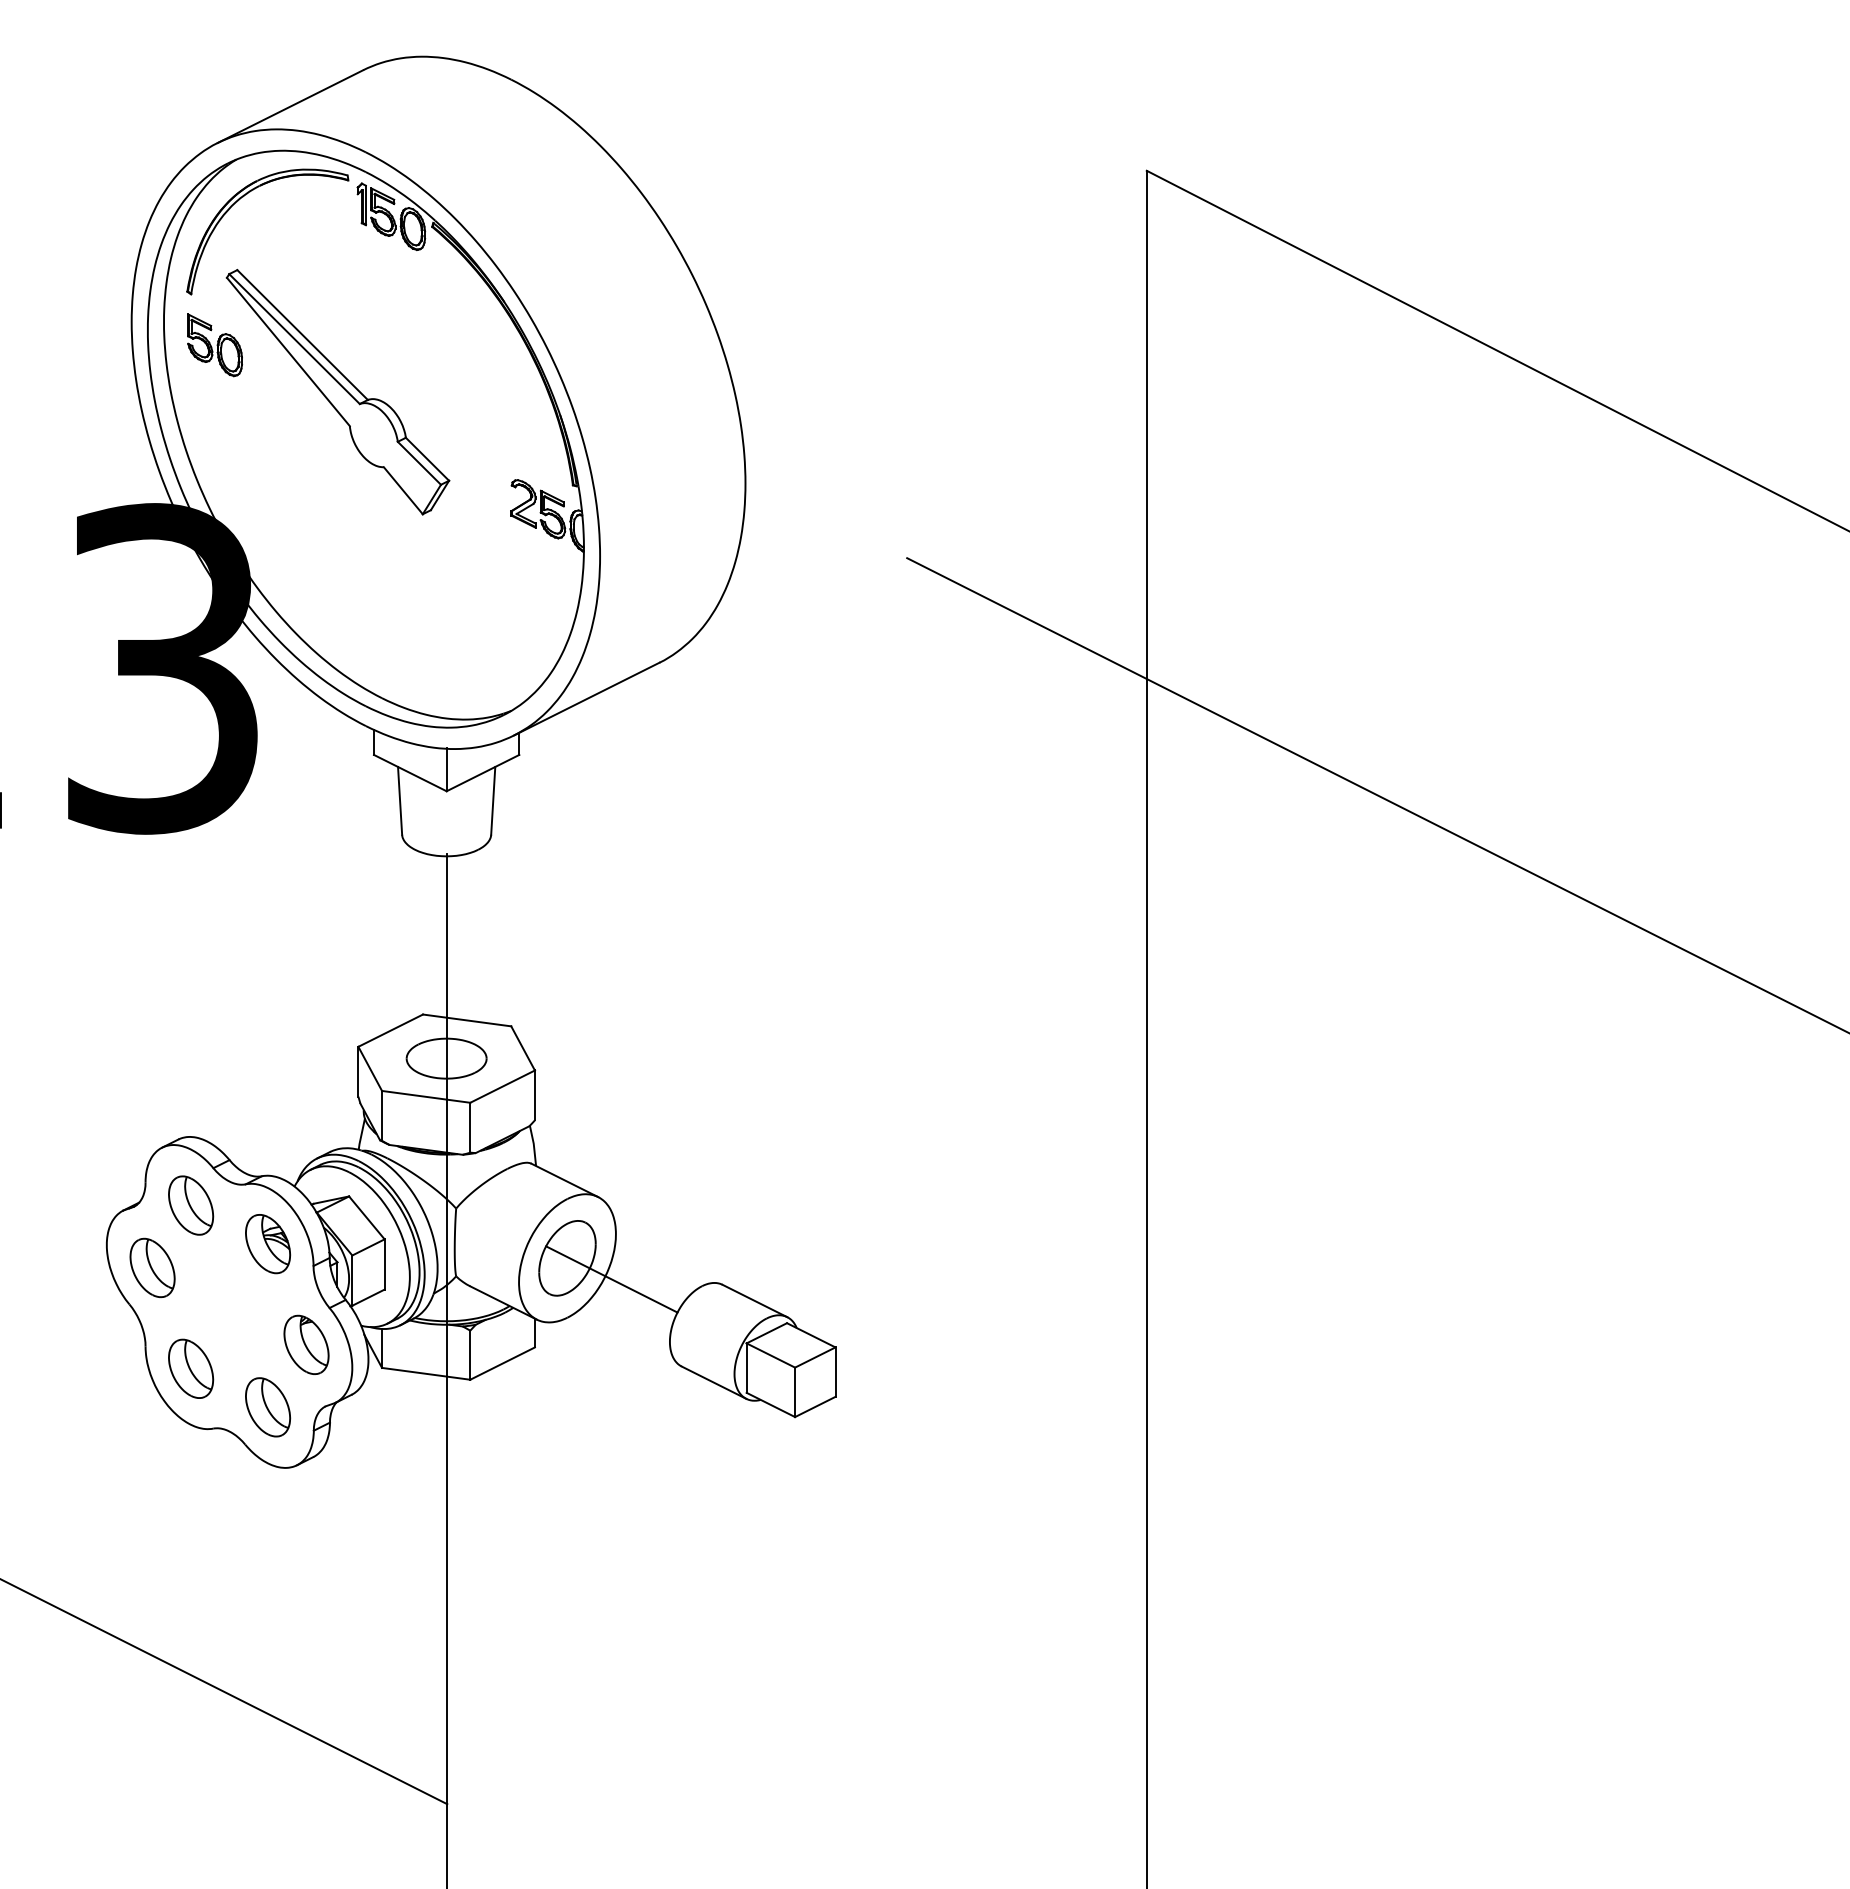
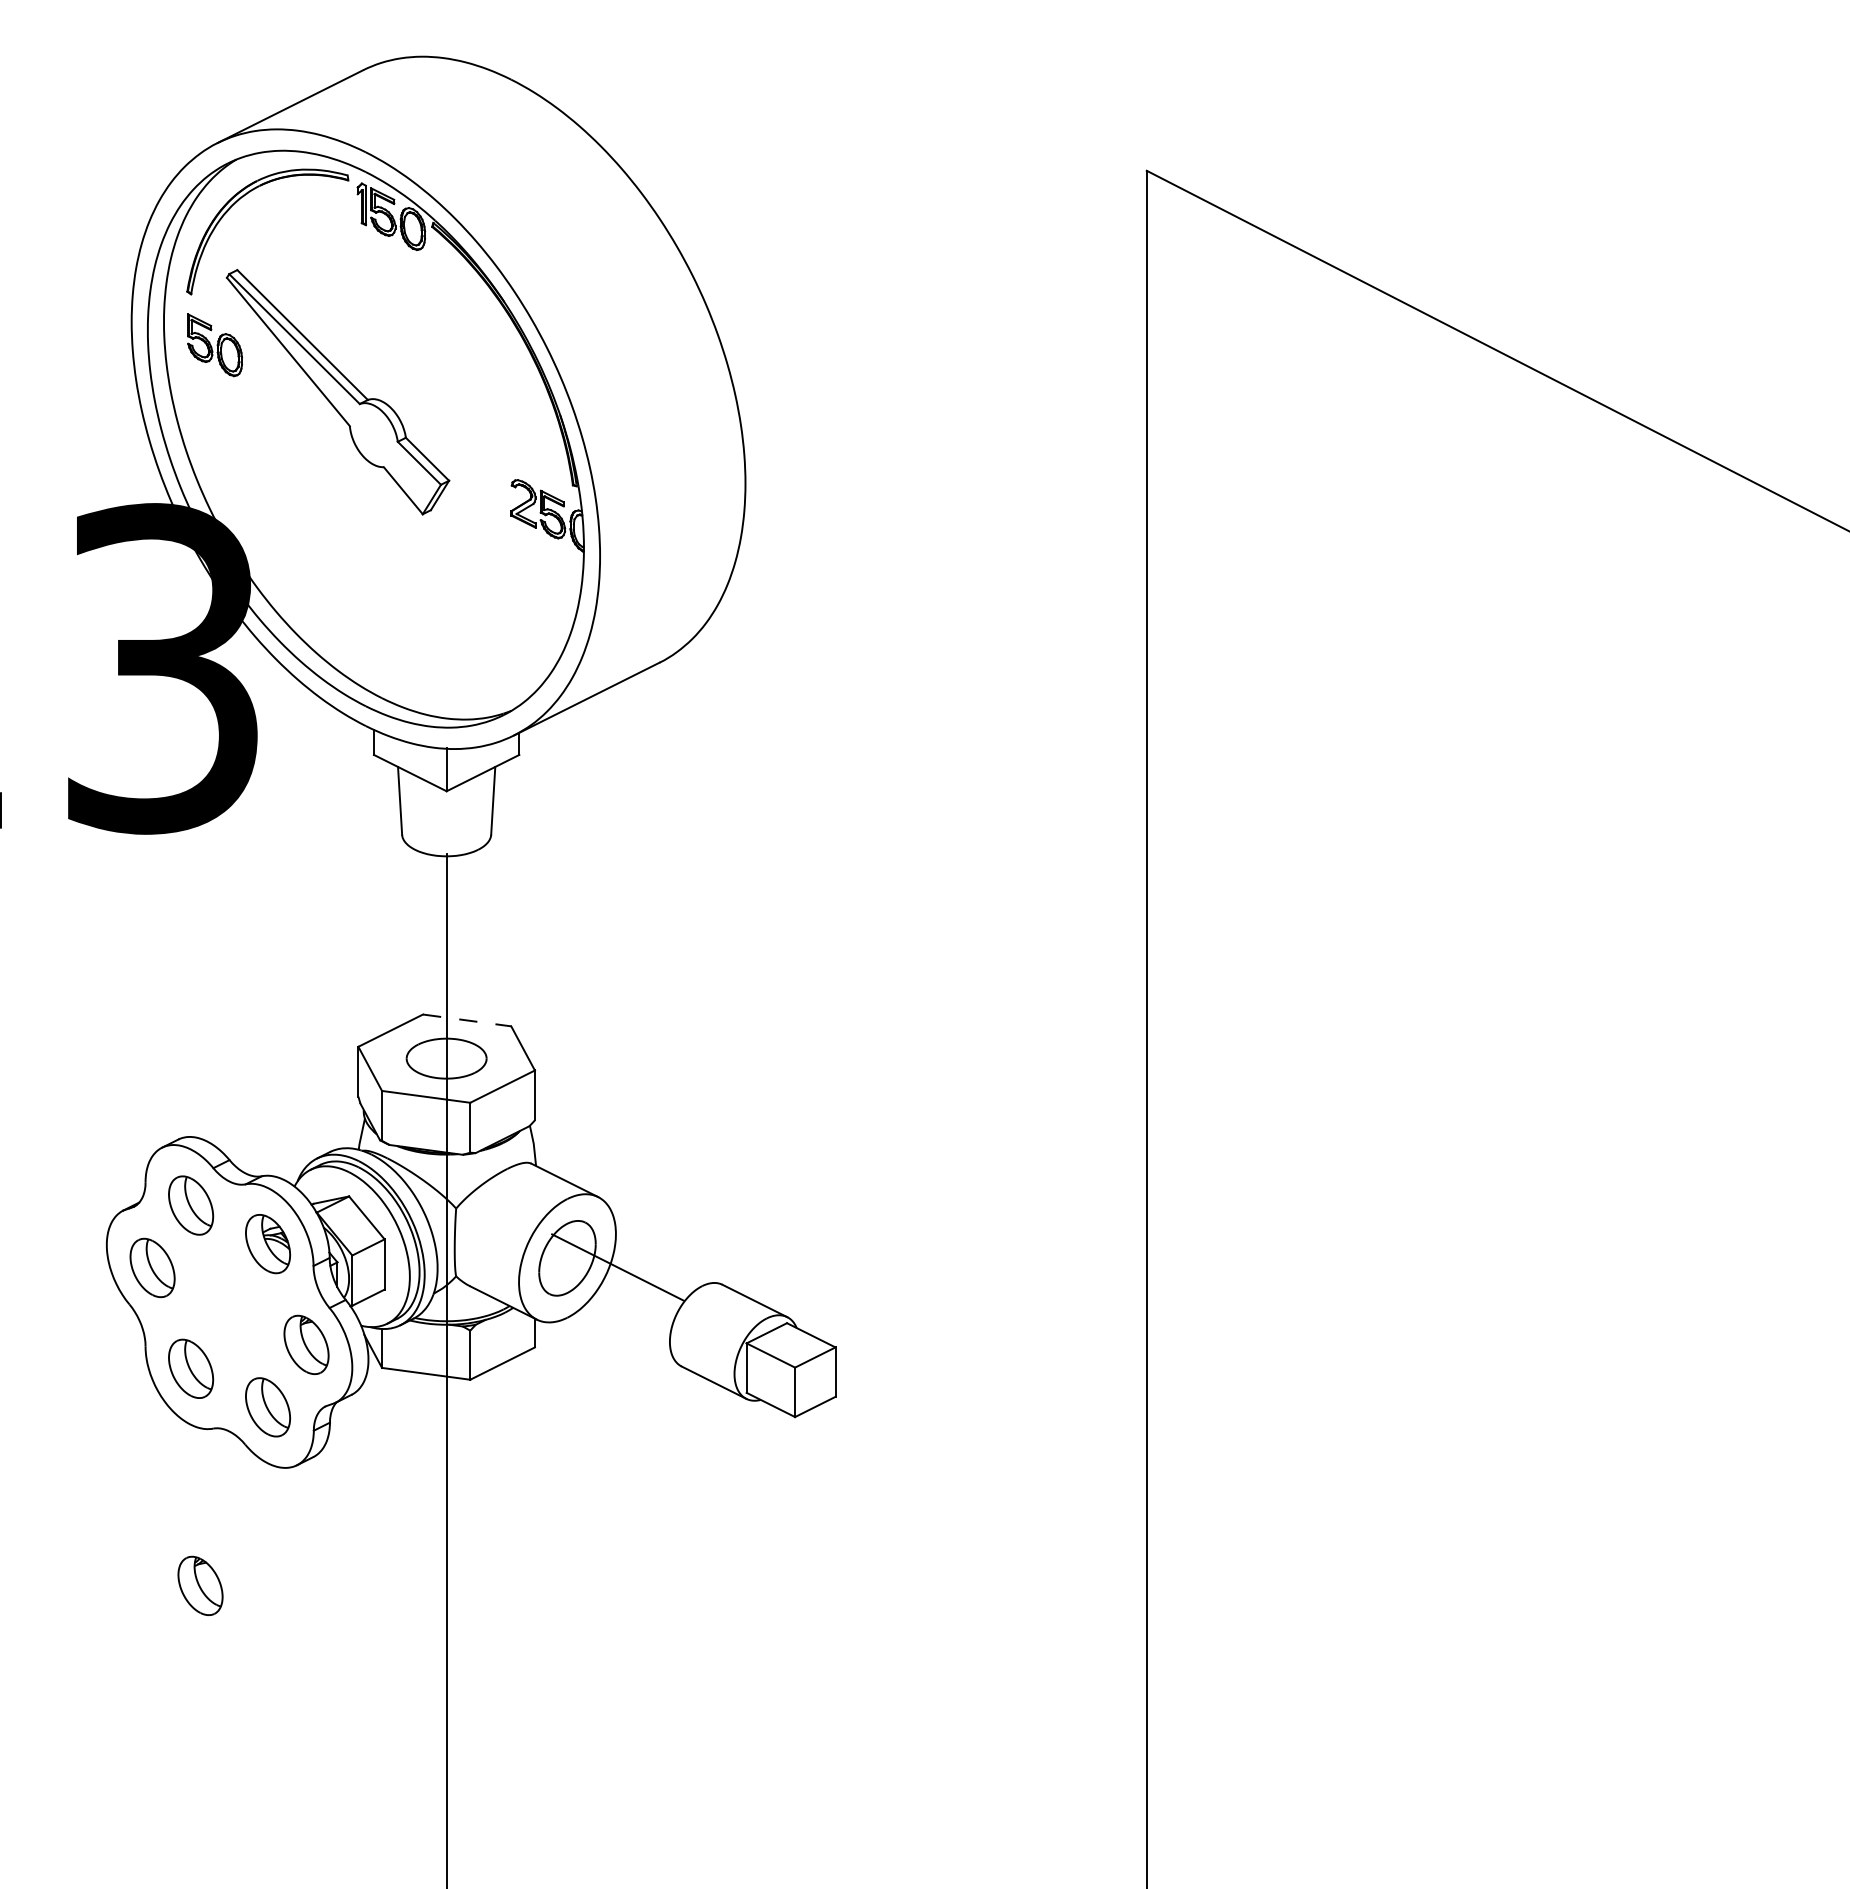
line at (1376, 794): present -> none
line at (467, 1020): solid -> dashed
line at (611, 1279) position: (611, 1279) -> (617, 1267)
part at (200, 1585): none -> present
line at (224, 1692): present -> none
